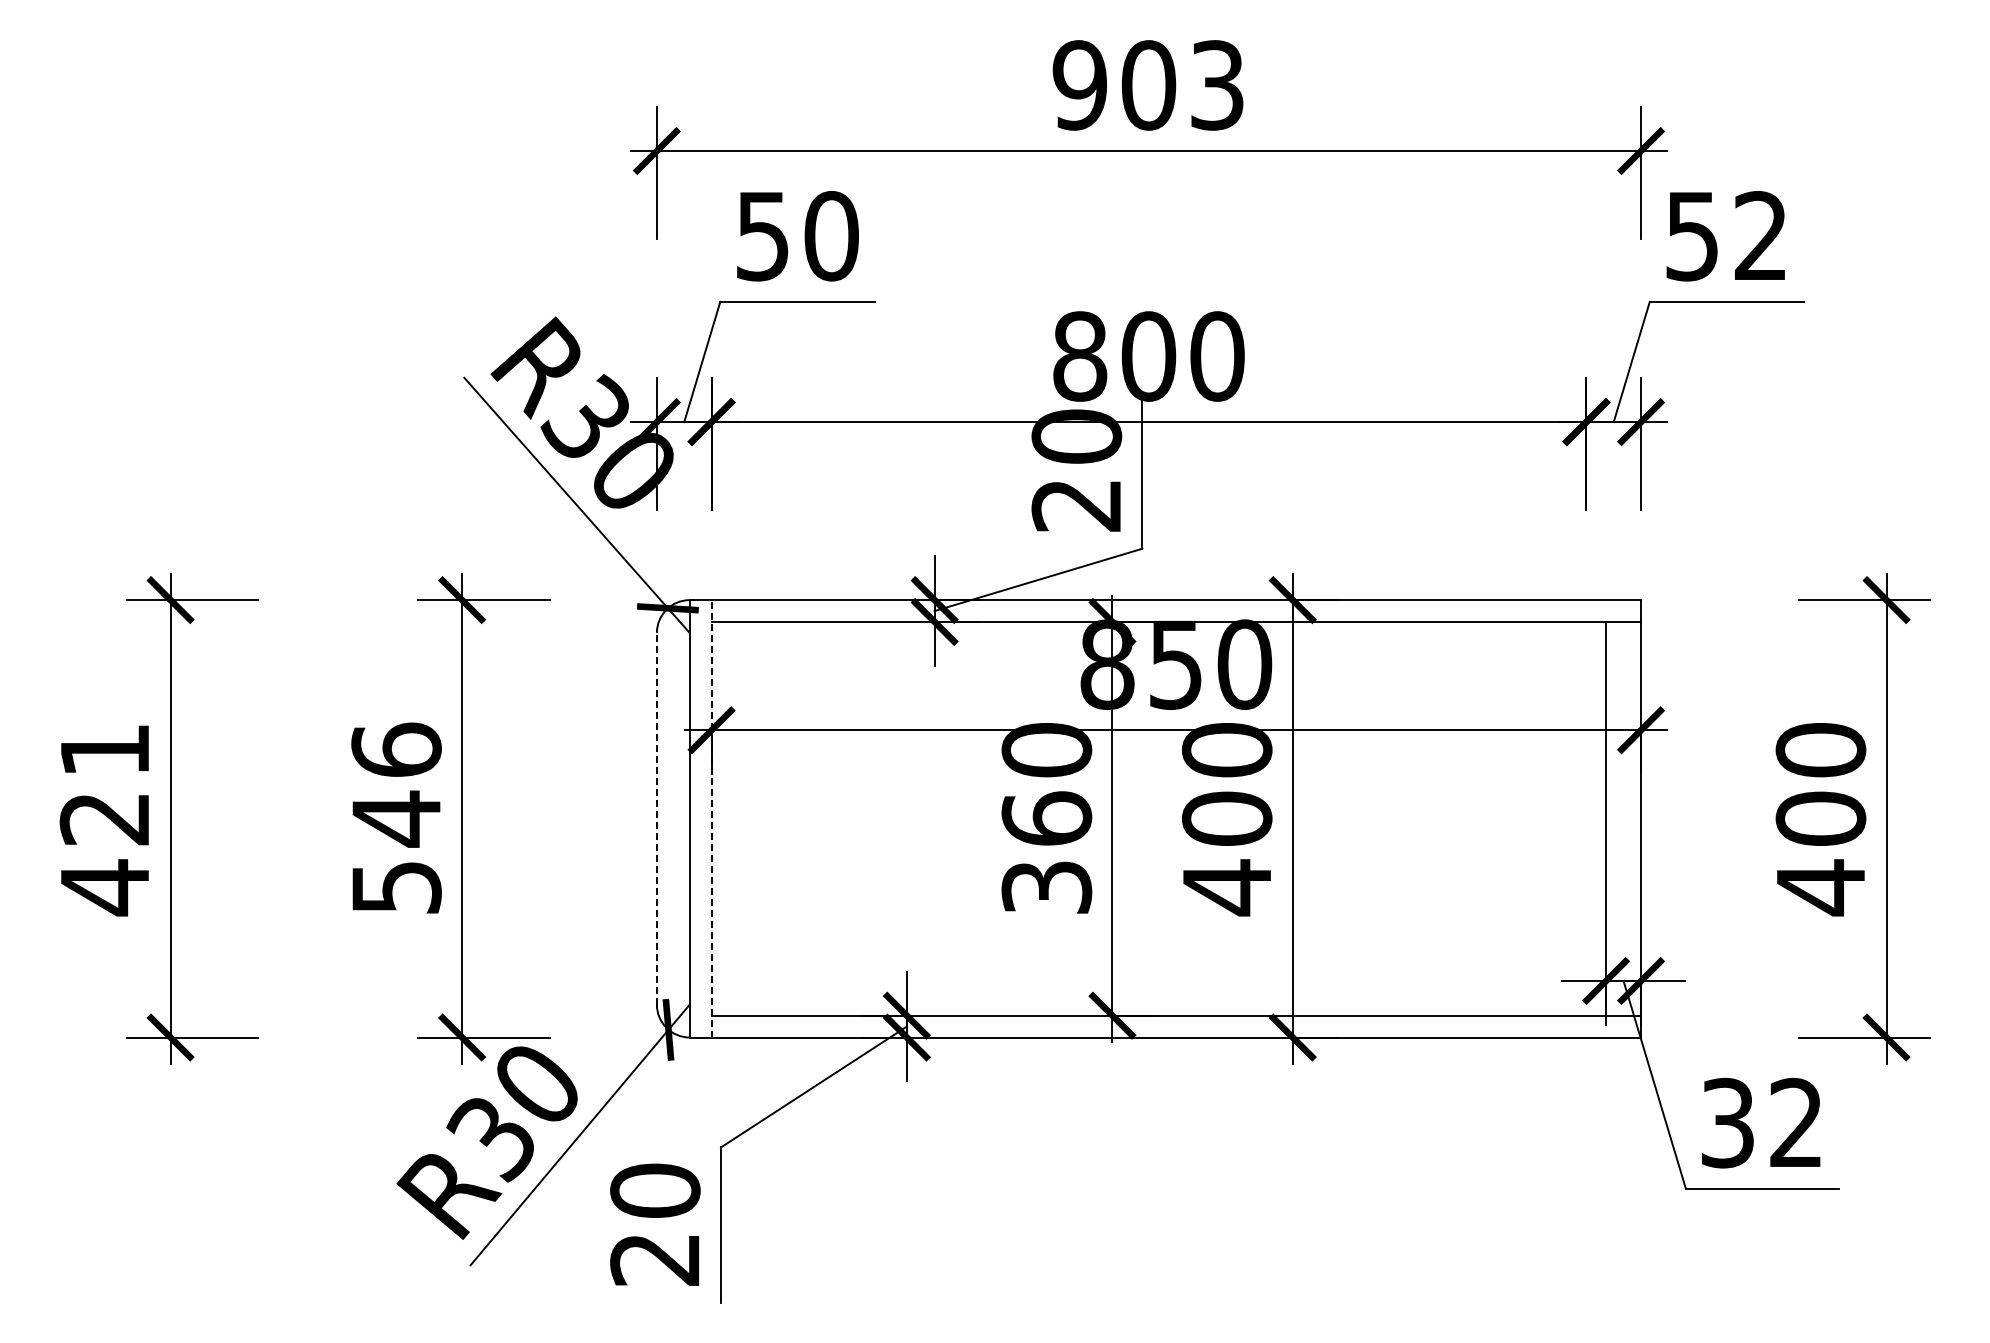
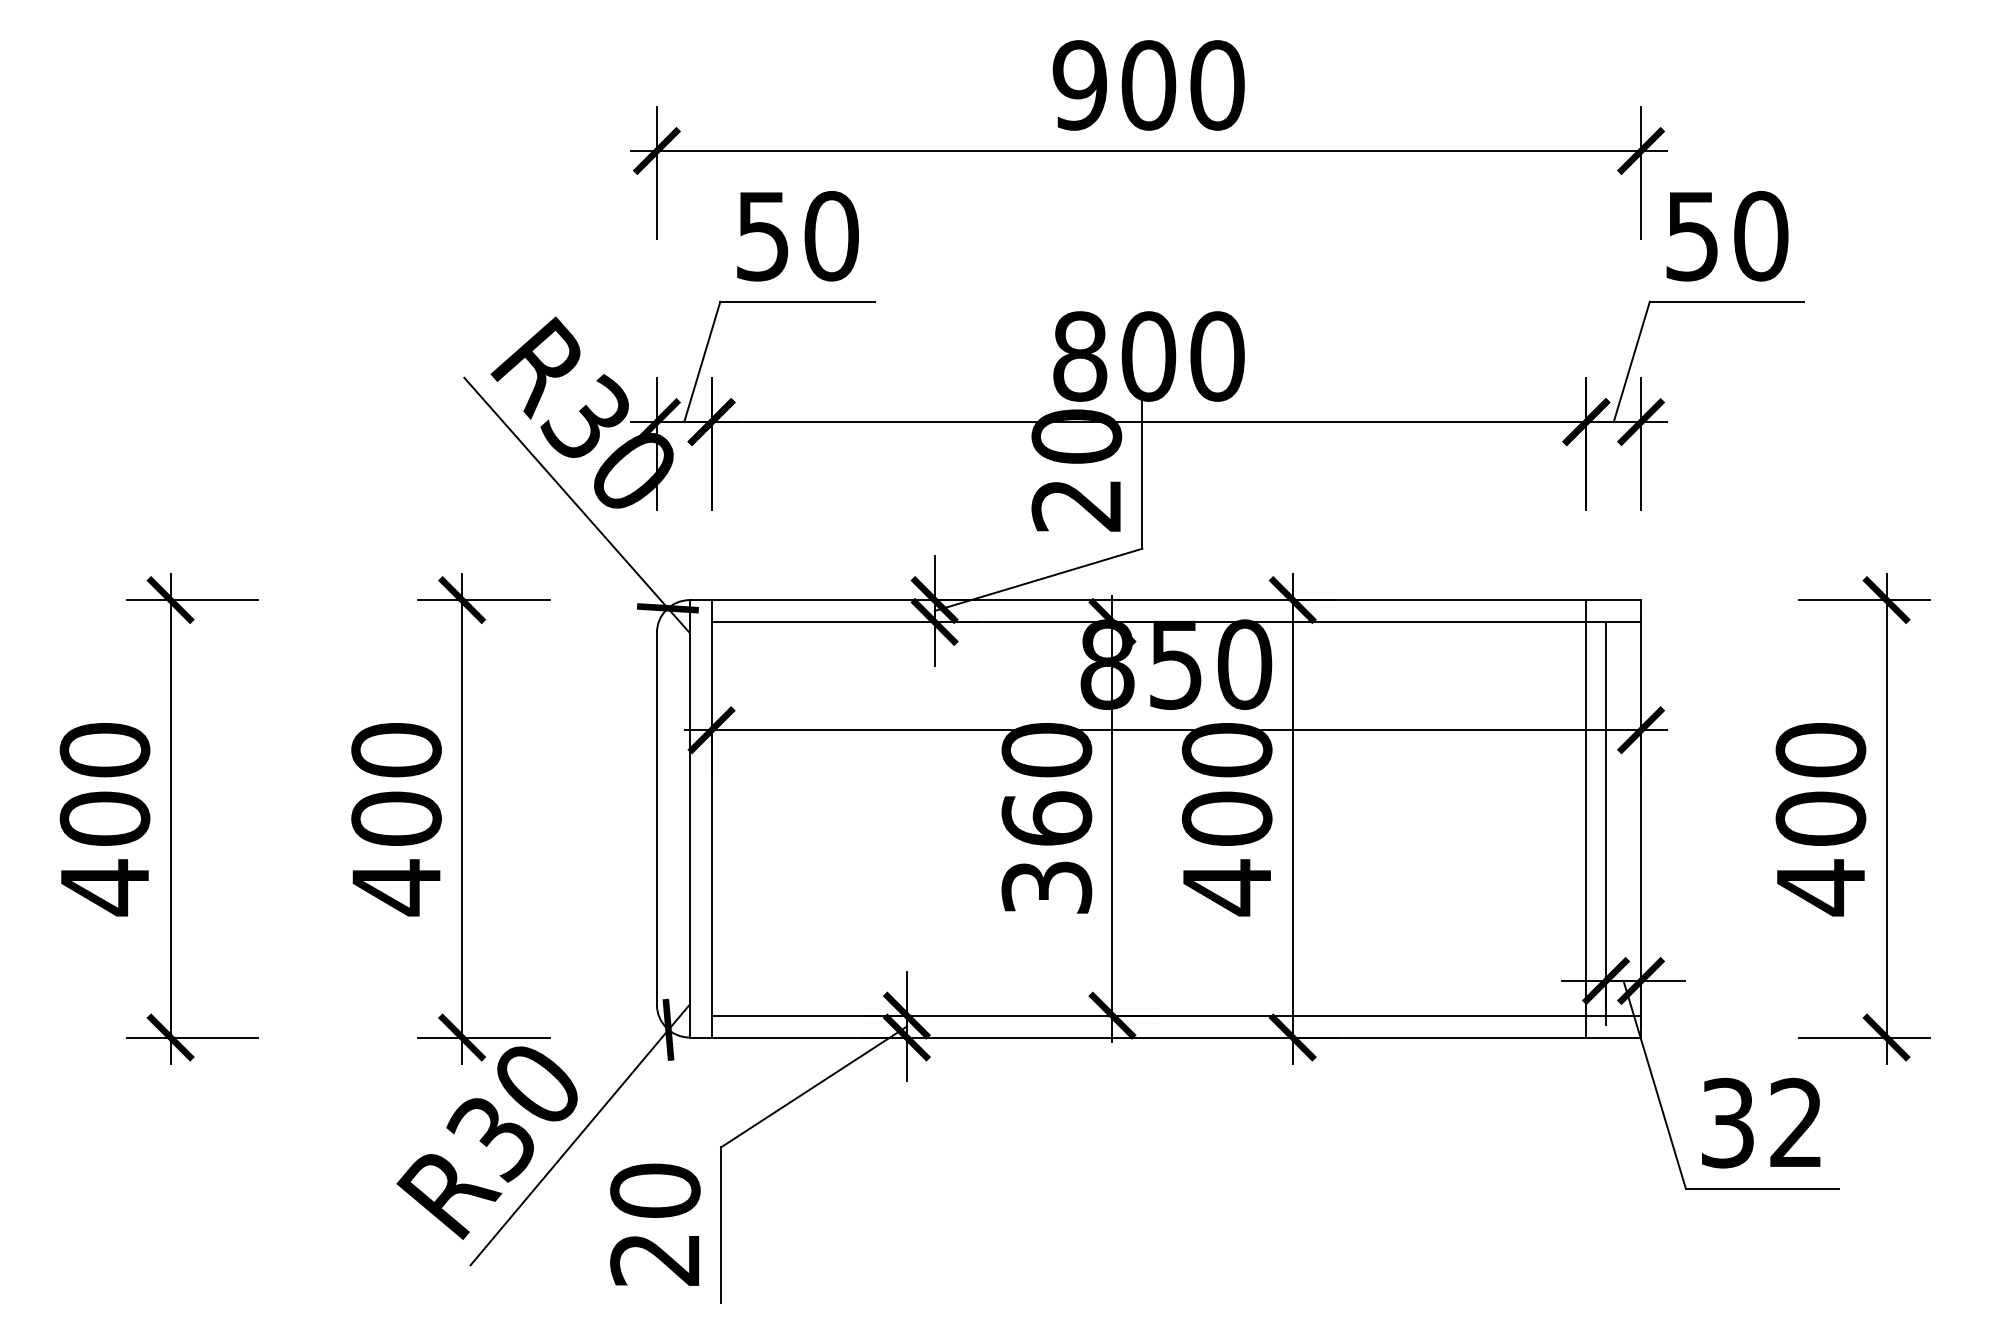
text at (1217, 85): 903 -> 900
text at (1761, 235): 52 -> 50
text at (104, 784): 421 -> 400
line at (656, 818): dashed -> solid
line at (711, 818): dashed -> solid
line at (1586, 818): none -> present
text at (396, 819): 546 -> 400
